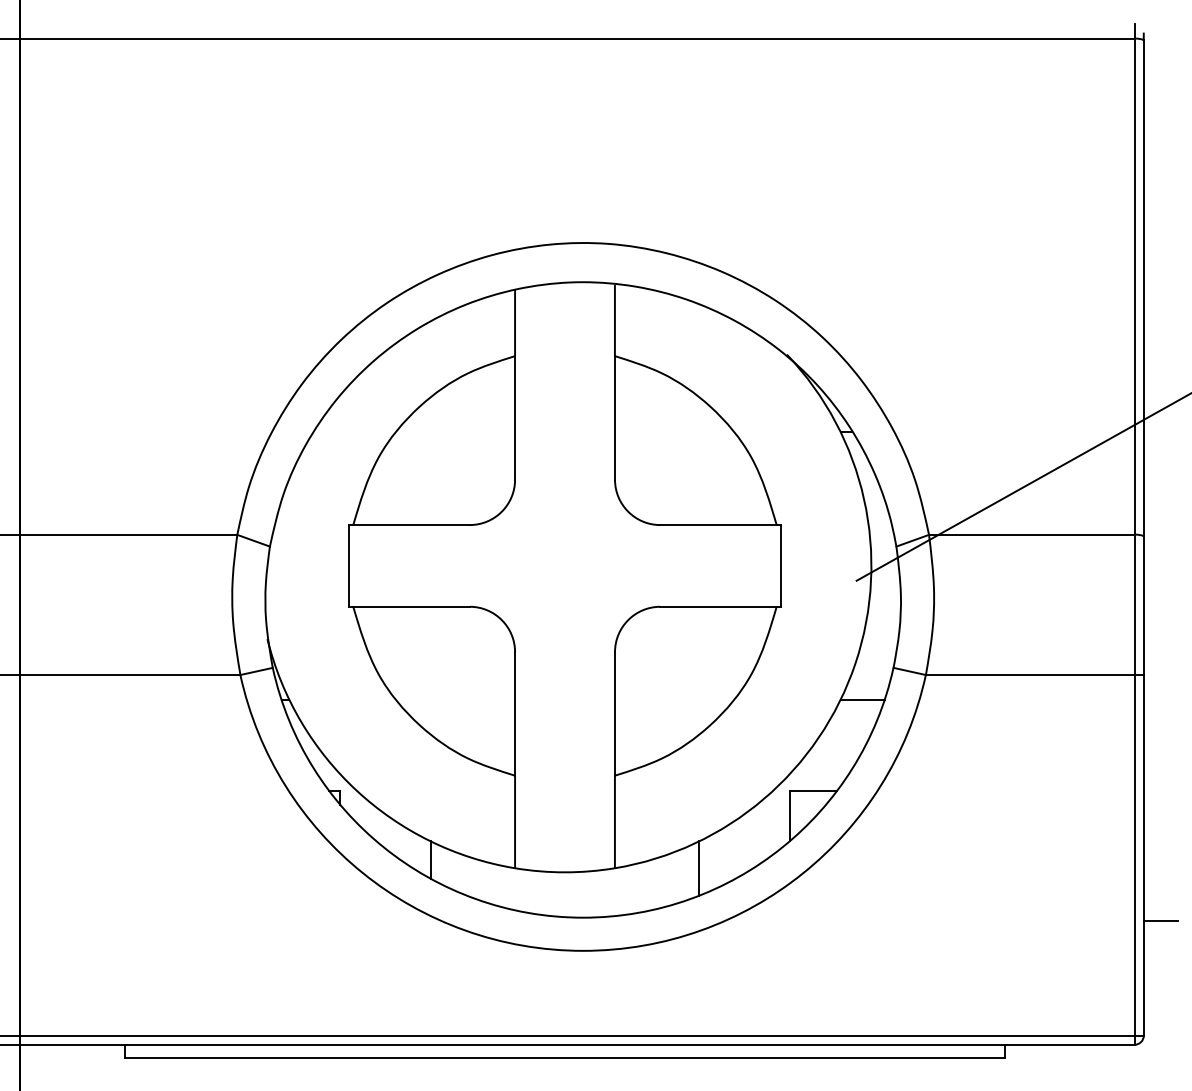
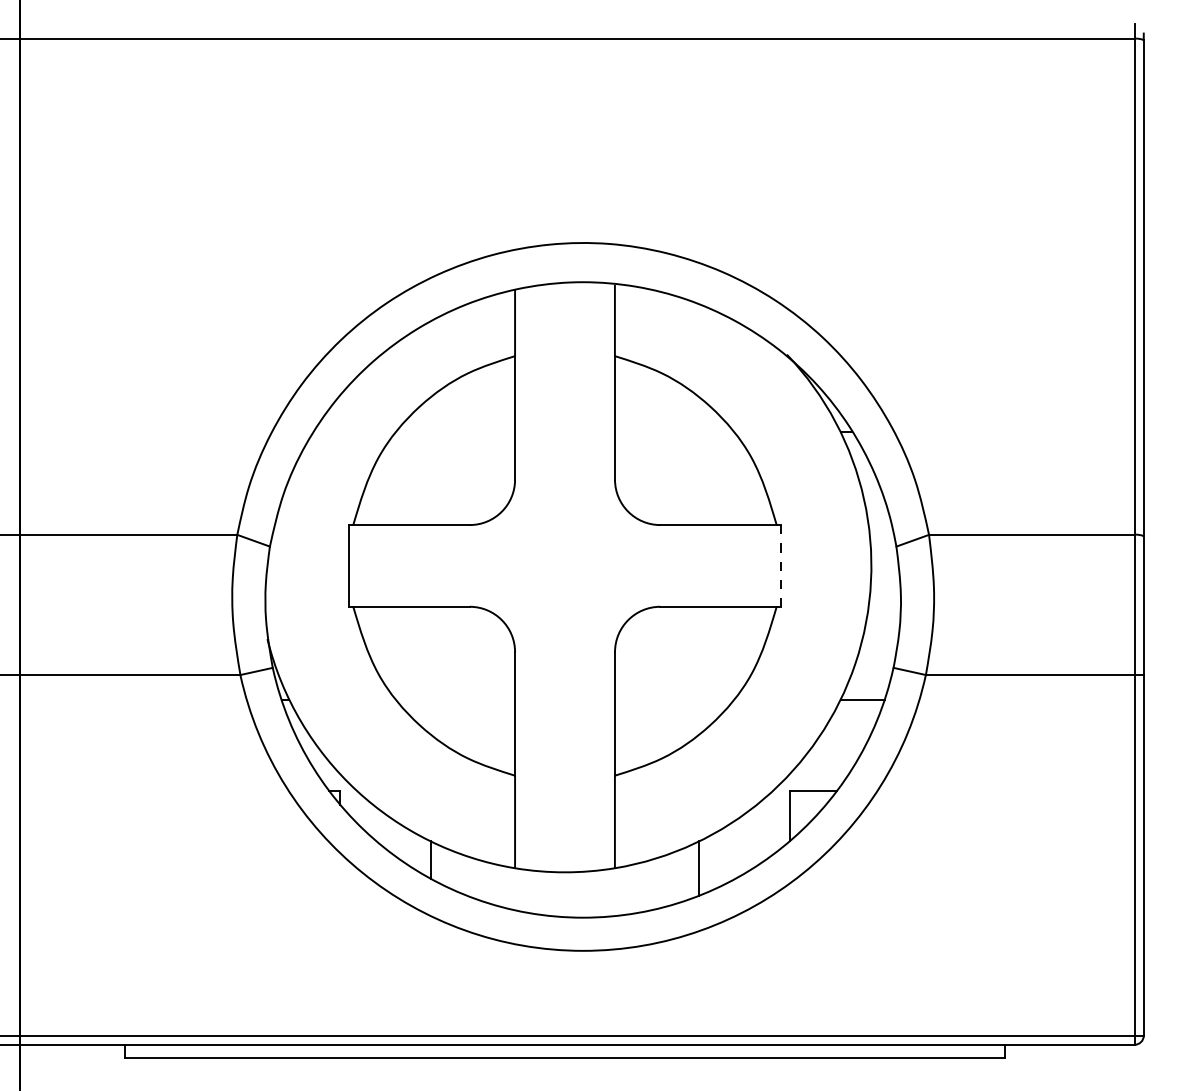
line at (1022, 487): present -> none
line at (780, 565): solid -> dashed
line at (1160, 921): present -> none
